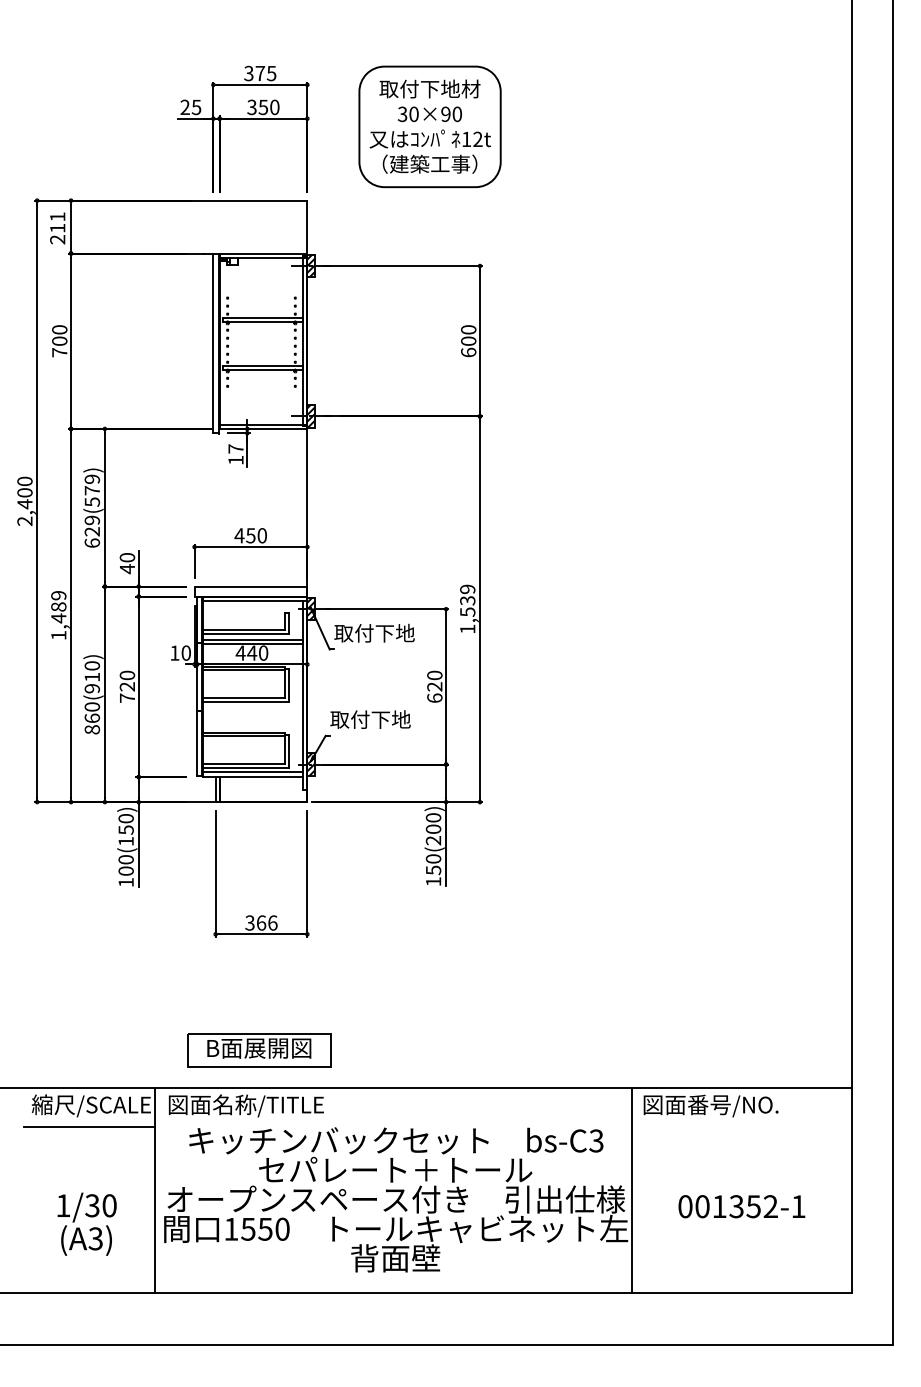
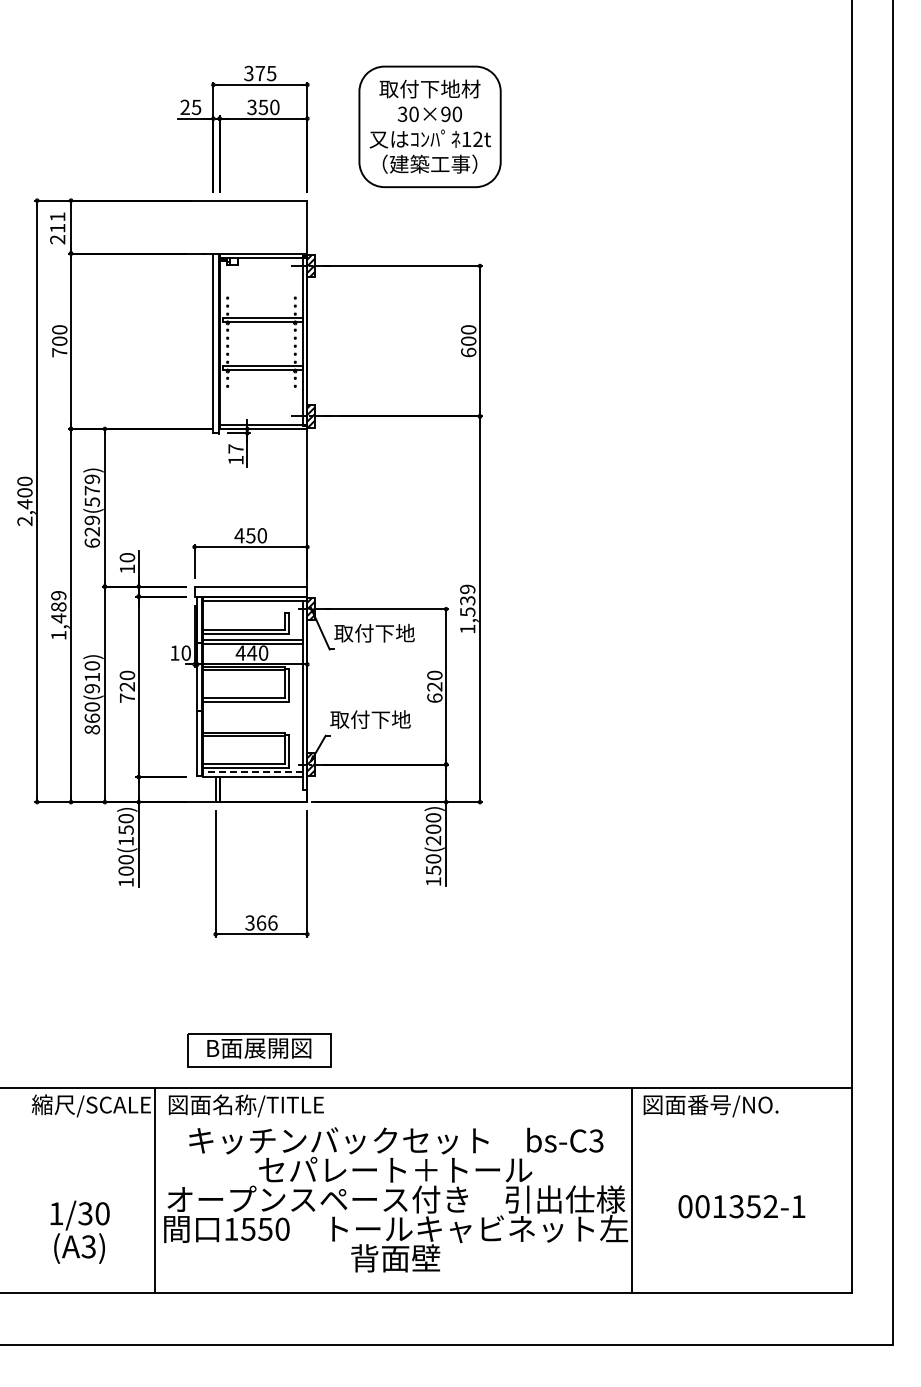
text at (127, 569): 40 -> 10
line at (252, 772): solid -> dashed
line at (89, 1126): present -> none
text at (86, 1223) position: (86, 1223) -> (79, 1231)
